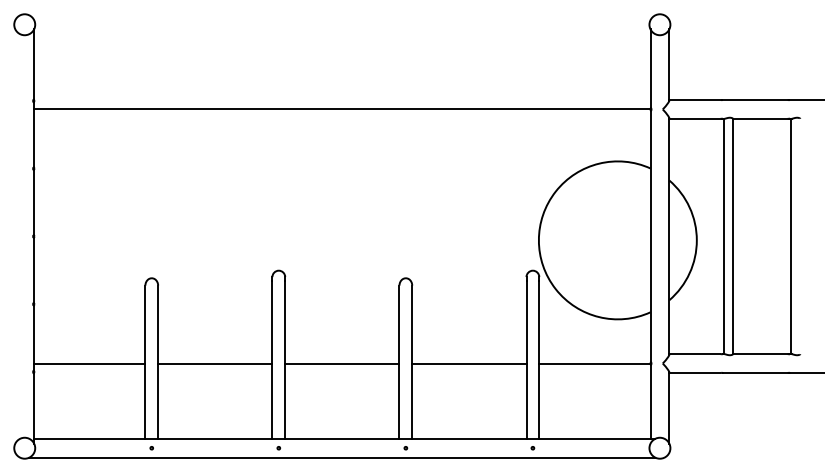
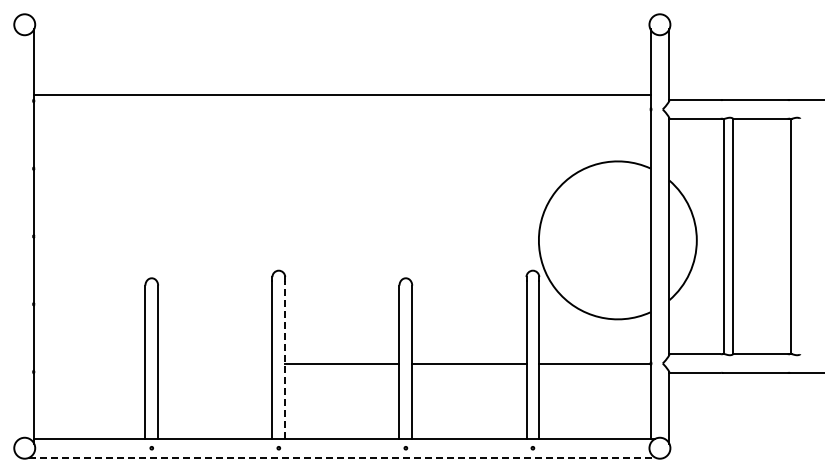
line at (342, 109) position: (342, 109) -> (342, 95)
line at (285, 360): solid -> dashed
line at (89, 363): present -> none
line at (215, 363): present -> none
line at (342, 457): solid -> dashed
